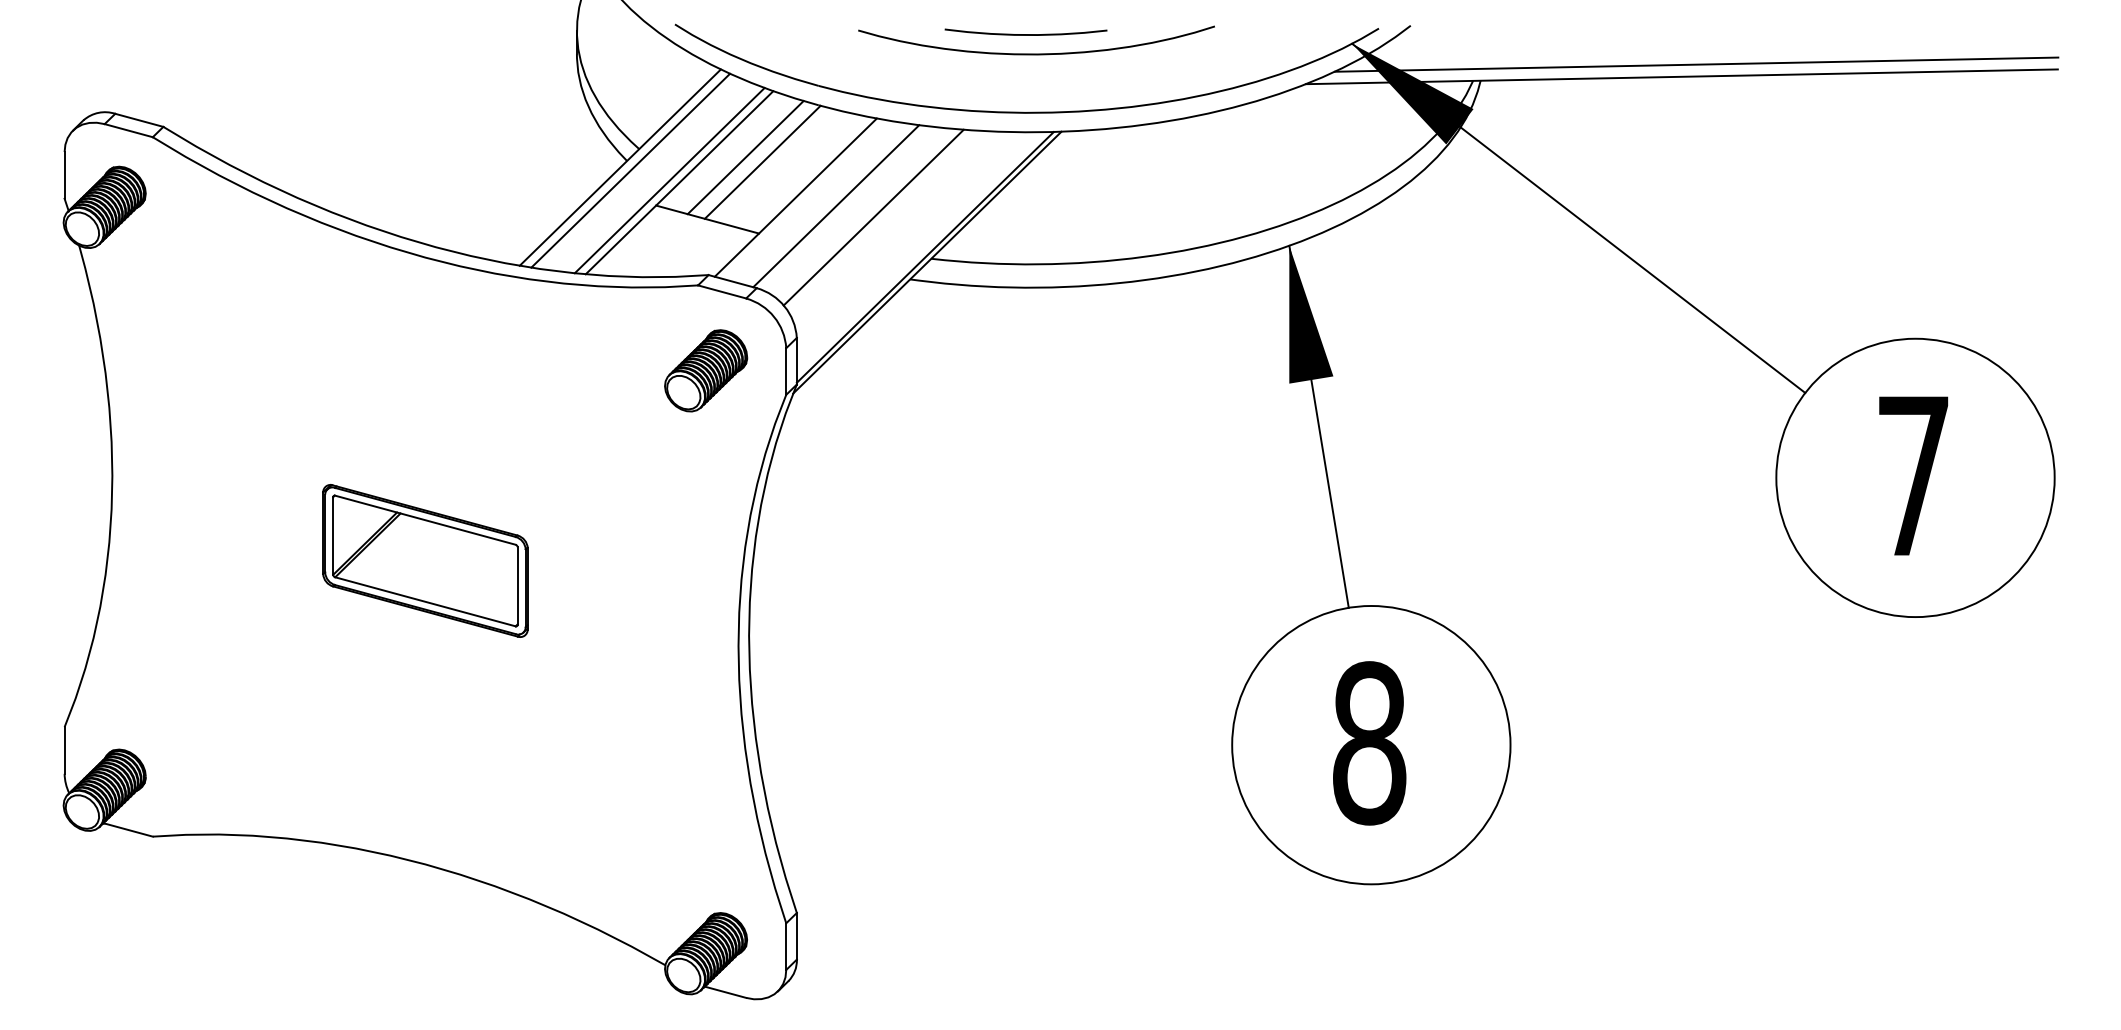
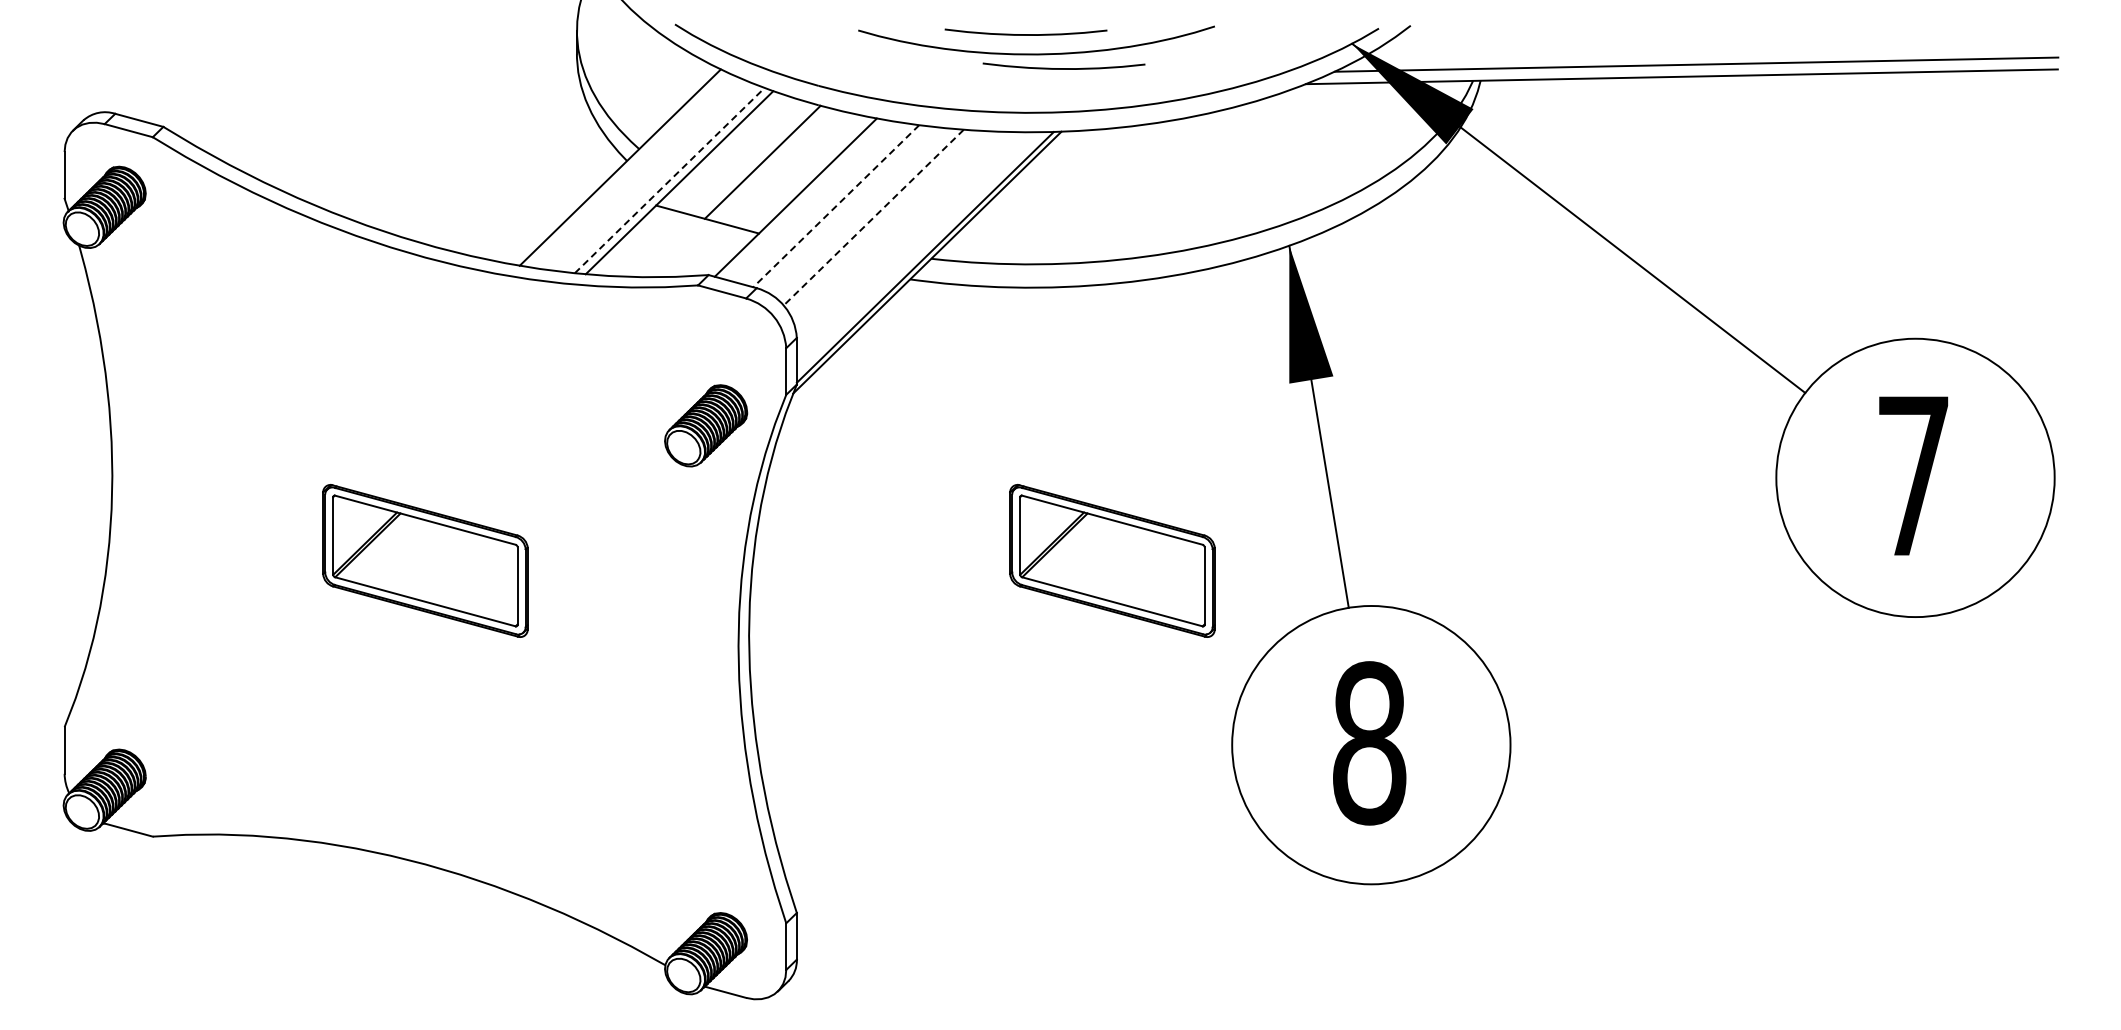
curve at (1063, 68): none -> present
line at (745, 157): present -> none
line at (630, 170): present -> none
line at (669, 180): solid -> dashed
line at (836, 206): solid -> dashed
line at (873, 217): solid -> dashed
part at (706, 370) position: (706, 370) -> (706, 425)
part at (1112, 560): none -> present
